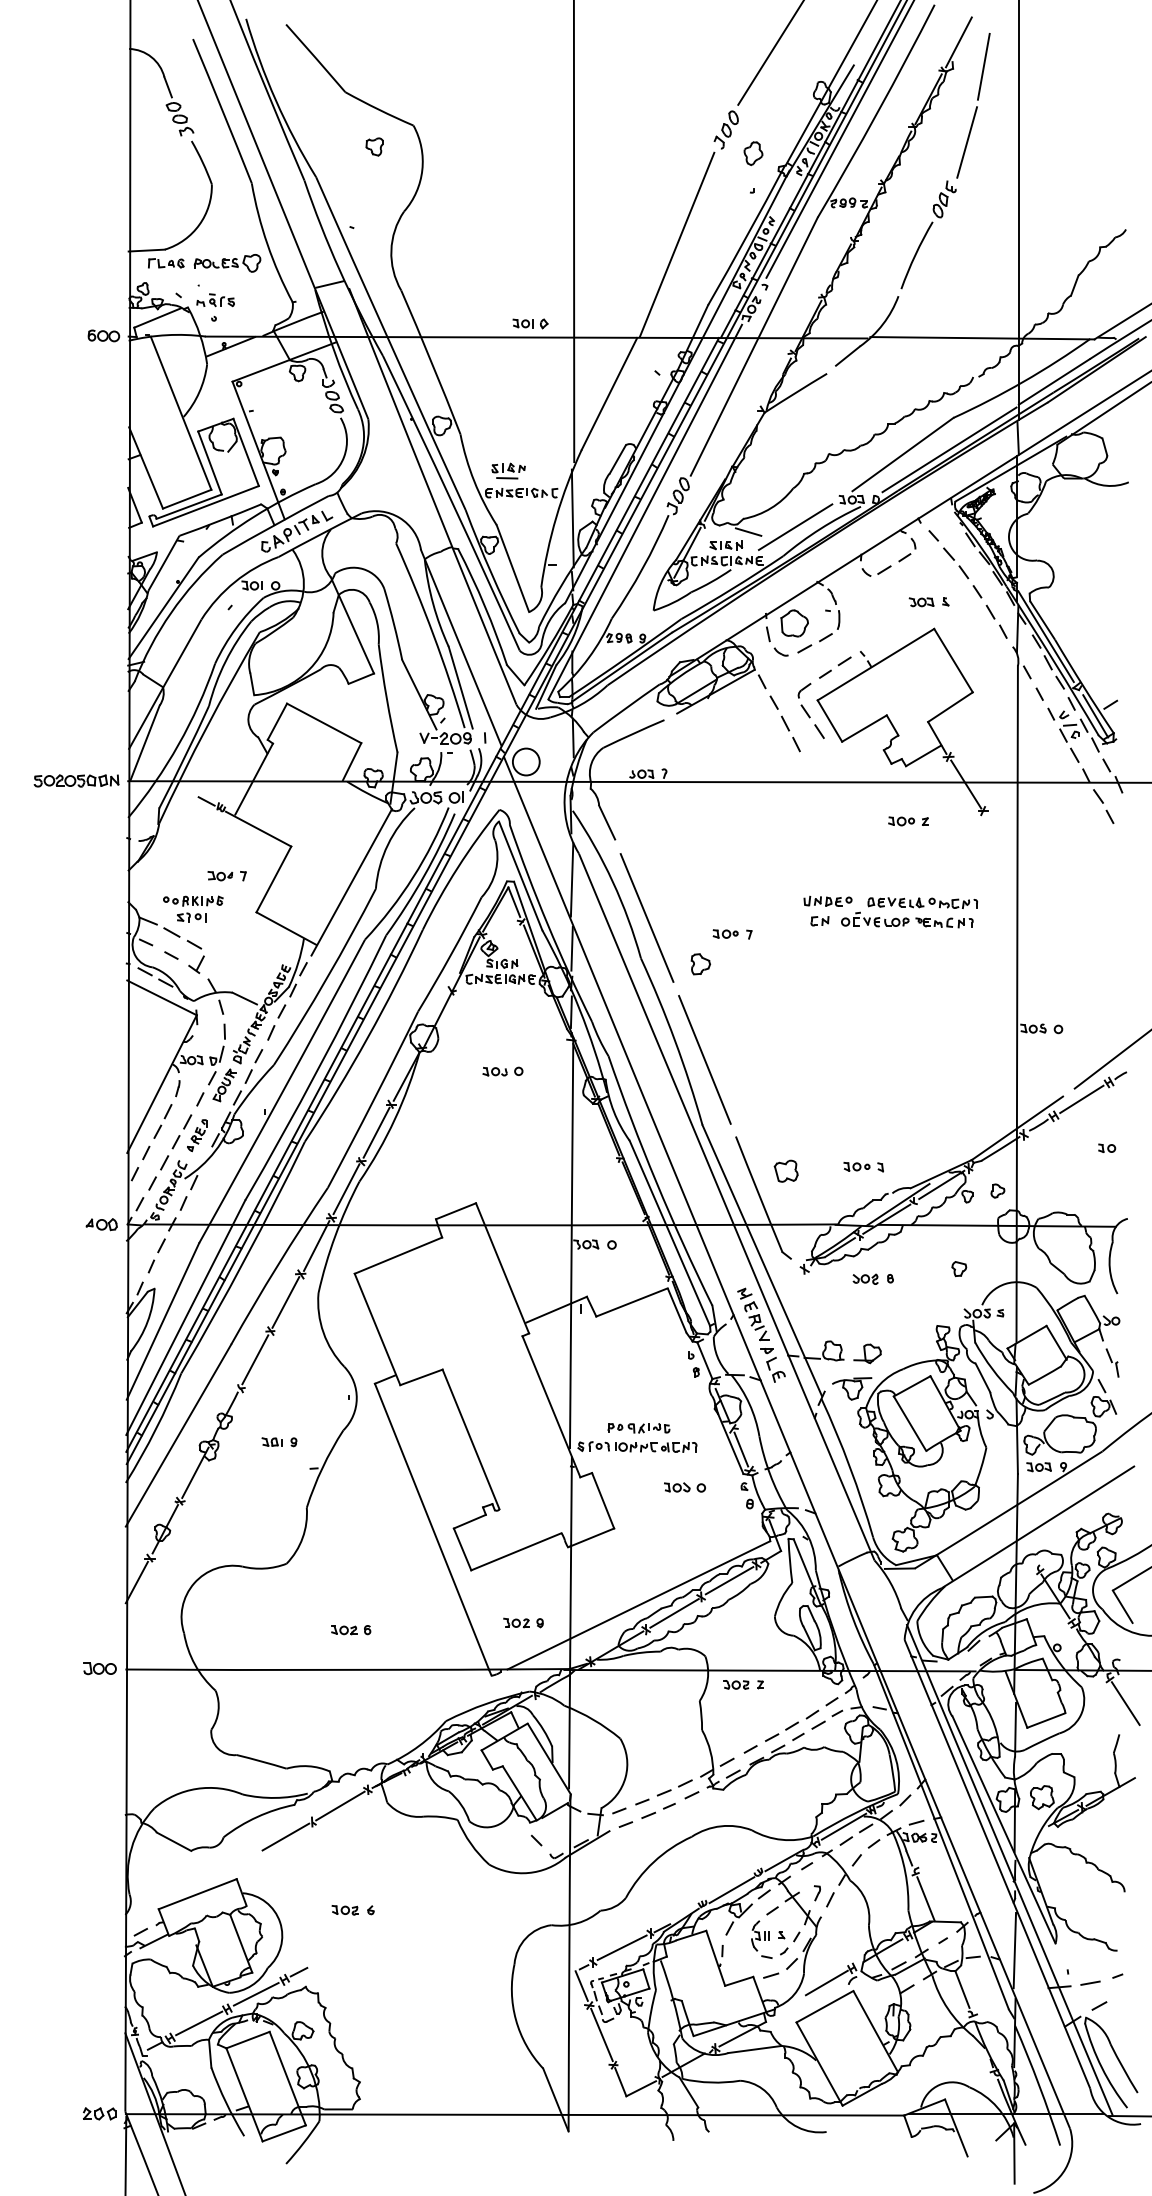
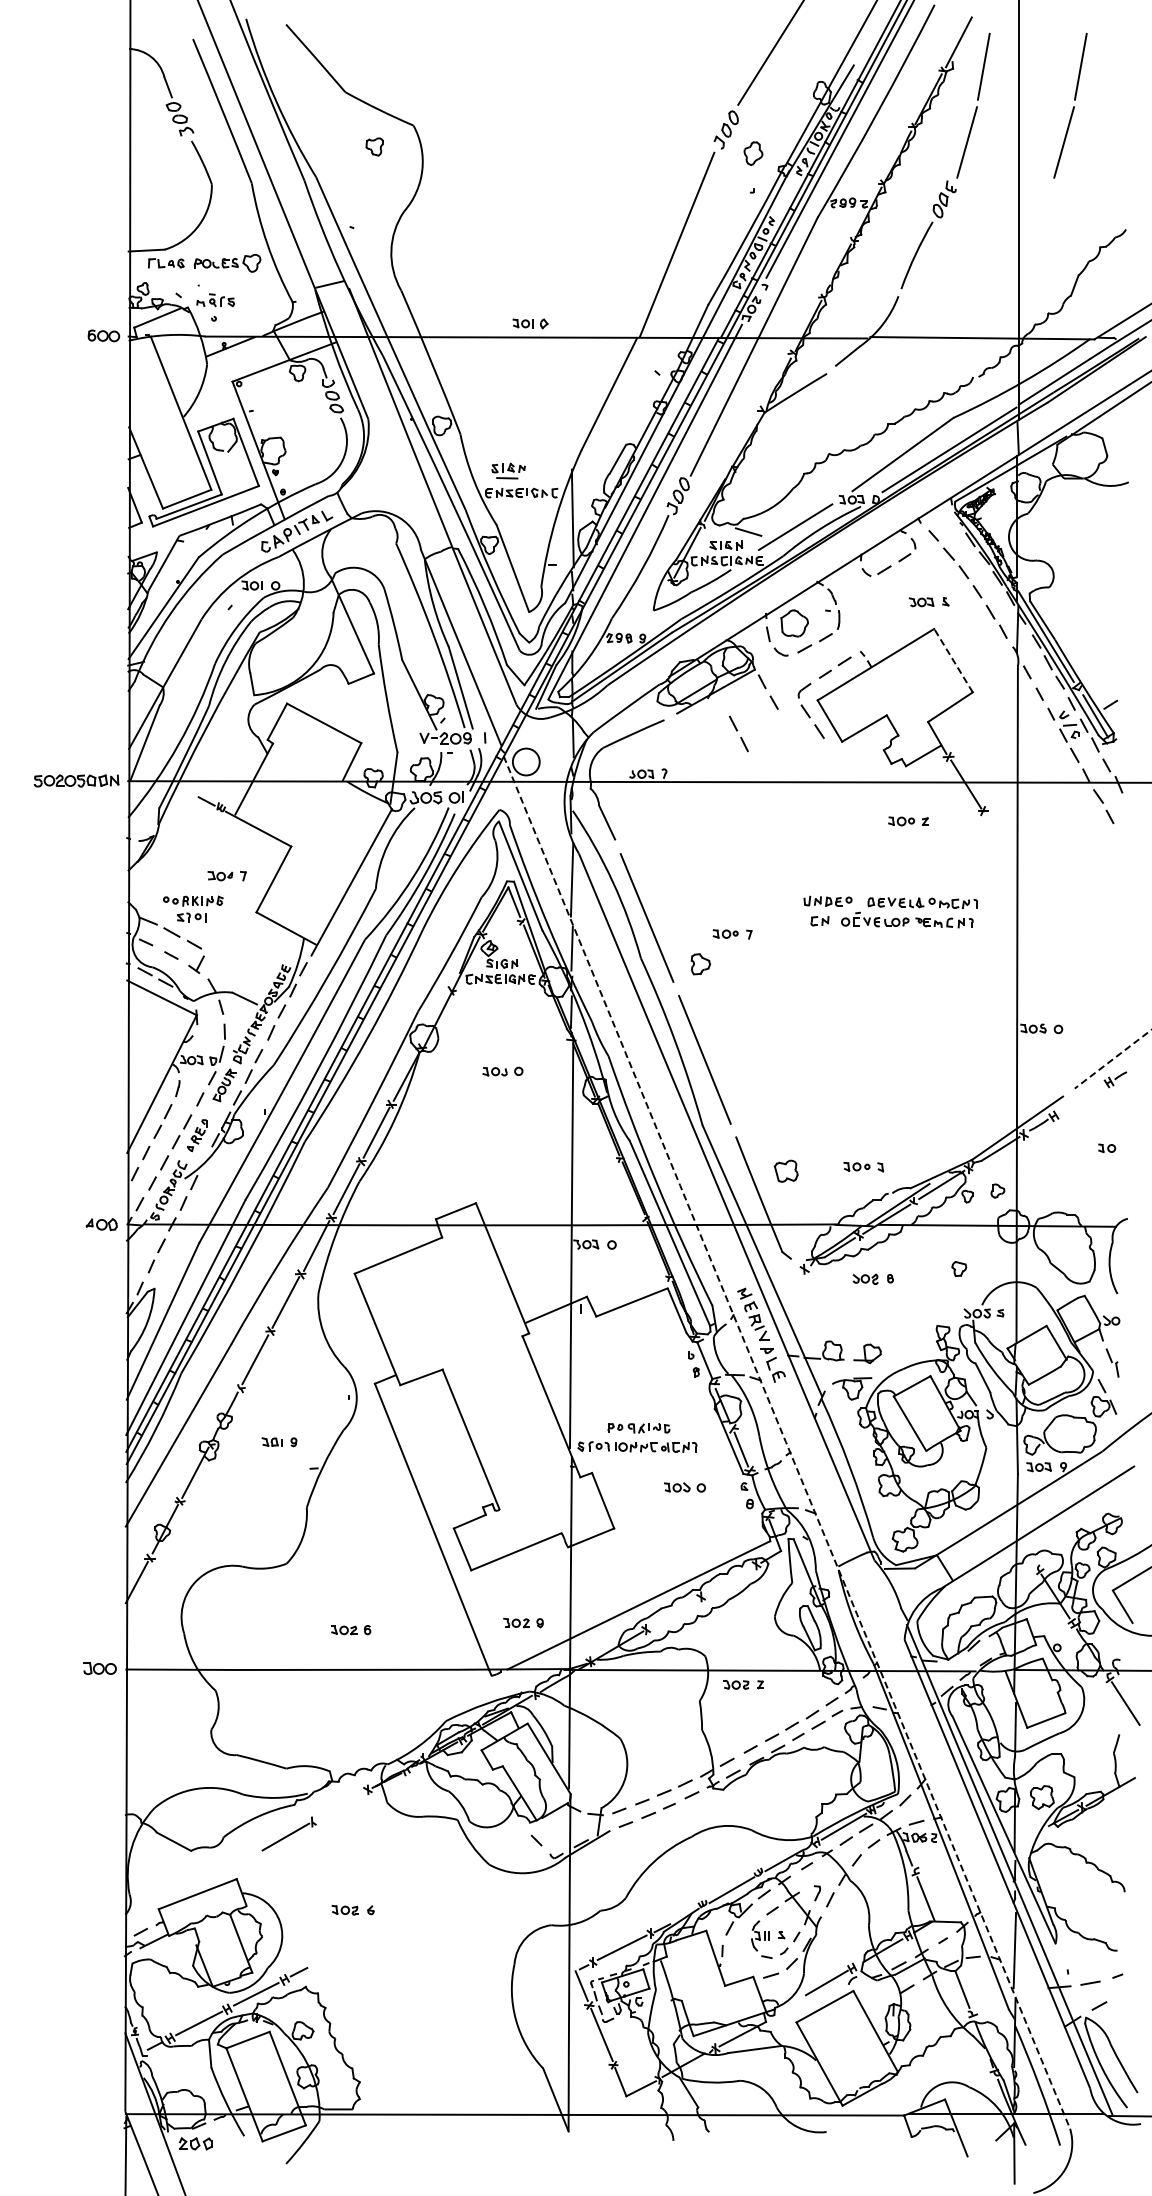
part at (1070, 105): none -> present
line at (573, 232): present -> none
line at (953, 660): solid -> dashed
line at (789, 731) position: (789, 731) -> (737, 731)
line at (1112, 1059): solid -> dashed
line at (1081, 1099): present -> none
arc at (786, 1442): solid -> dashed
line at (729, 1580): present -> none
line at (674, 1613): present -> none
line at (340, 1805): present -> none
part at (99, 2113) position: (99, 2113) -> (195, 2143)
